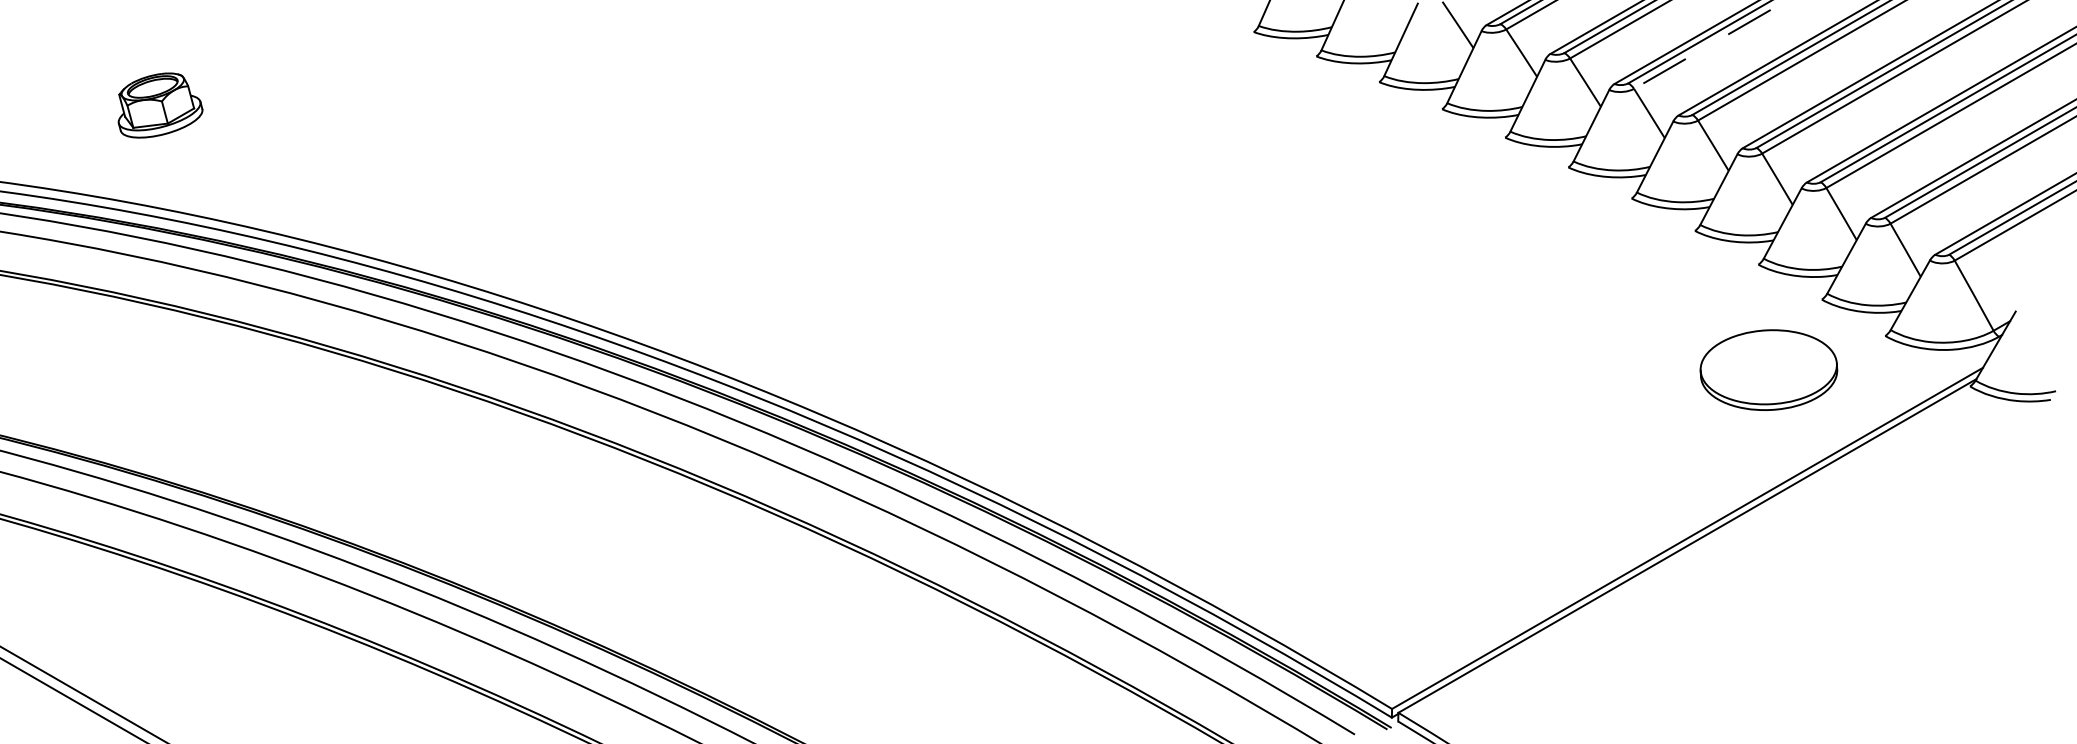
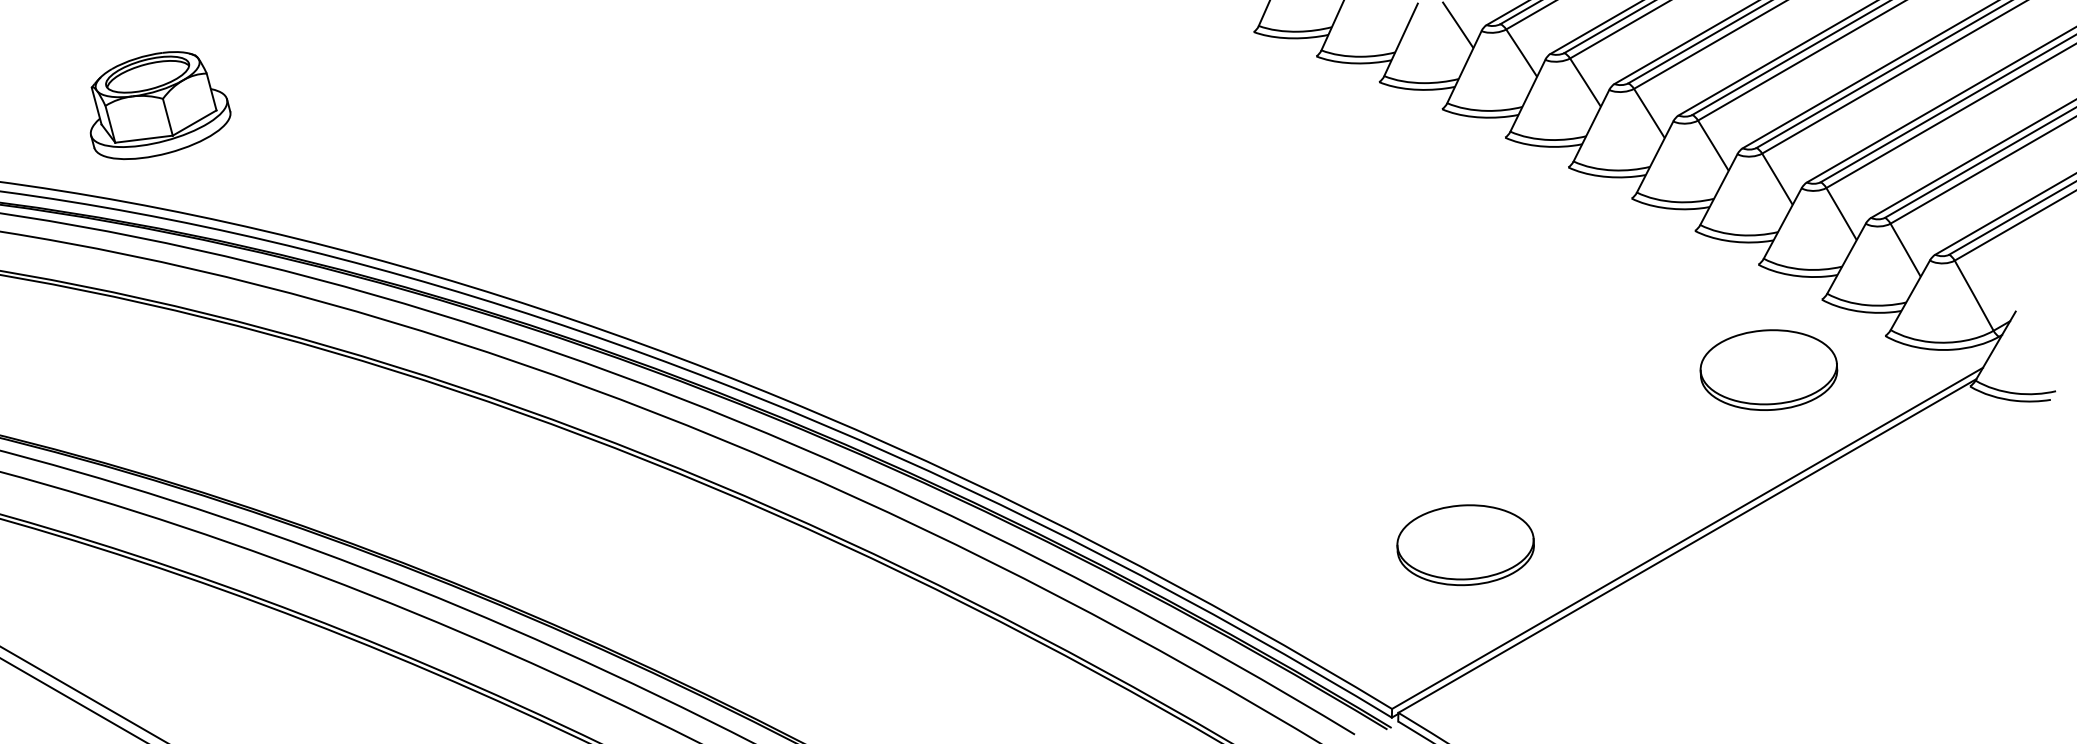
line at (1710, 44): dashed -> solid
part at (160, 105) size: 87x67 px -> 143x109 px
part at (1465, 545): none -> present
